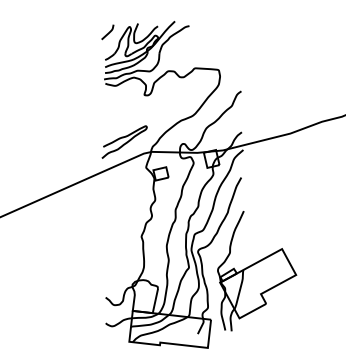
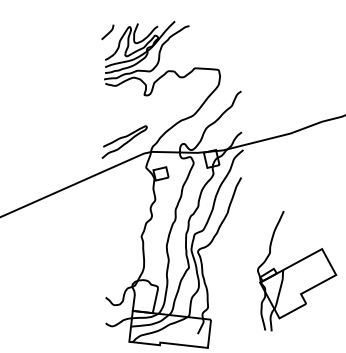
part at (257, 271) position: (257, 271) -> (297, 271)
